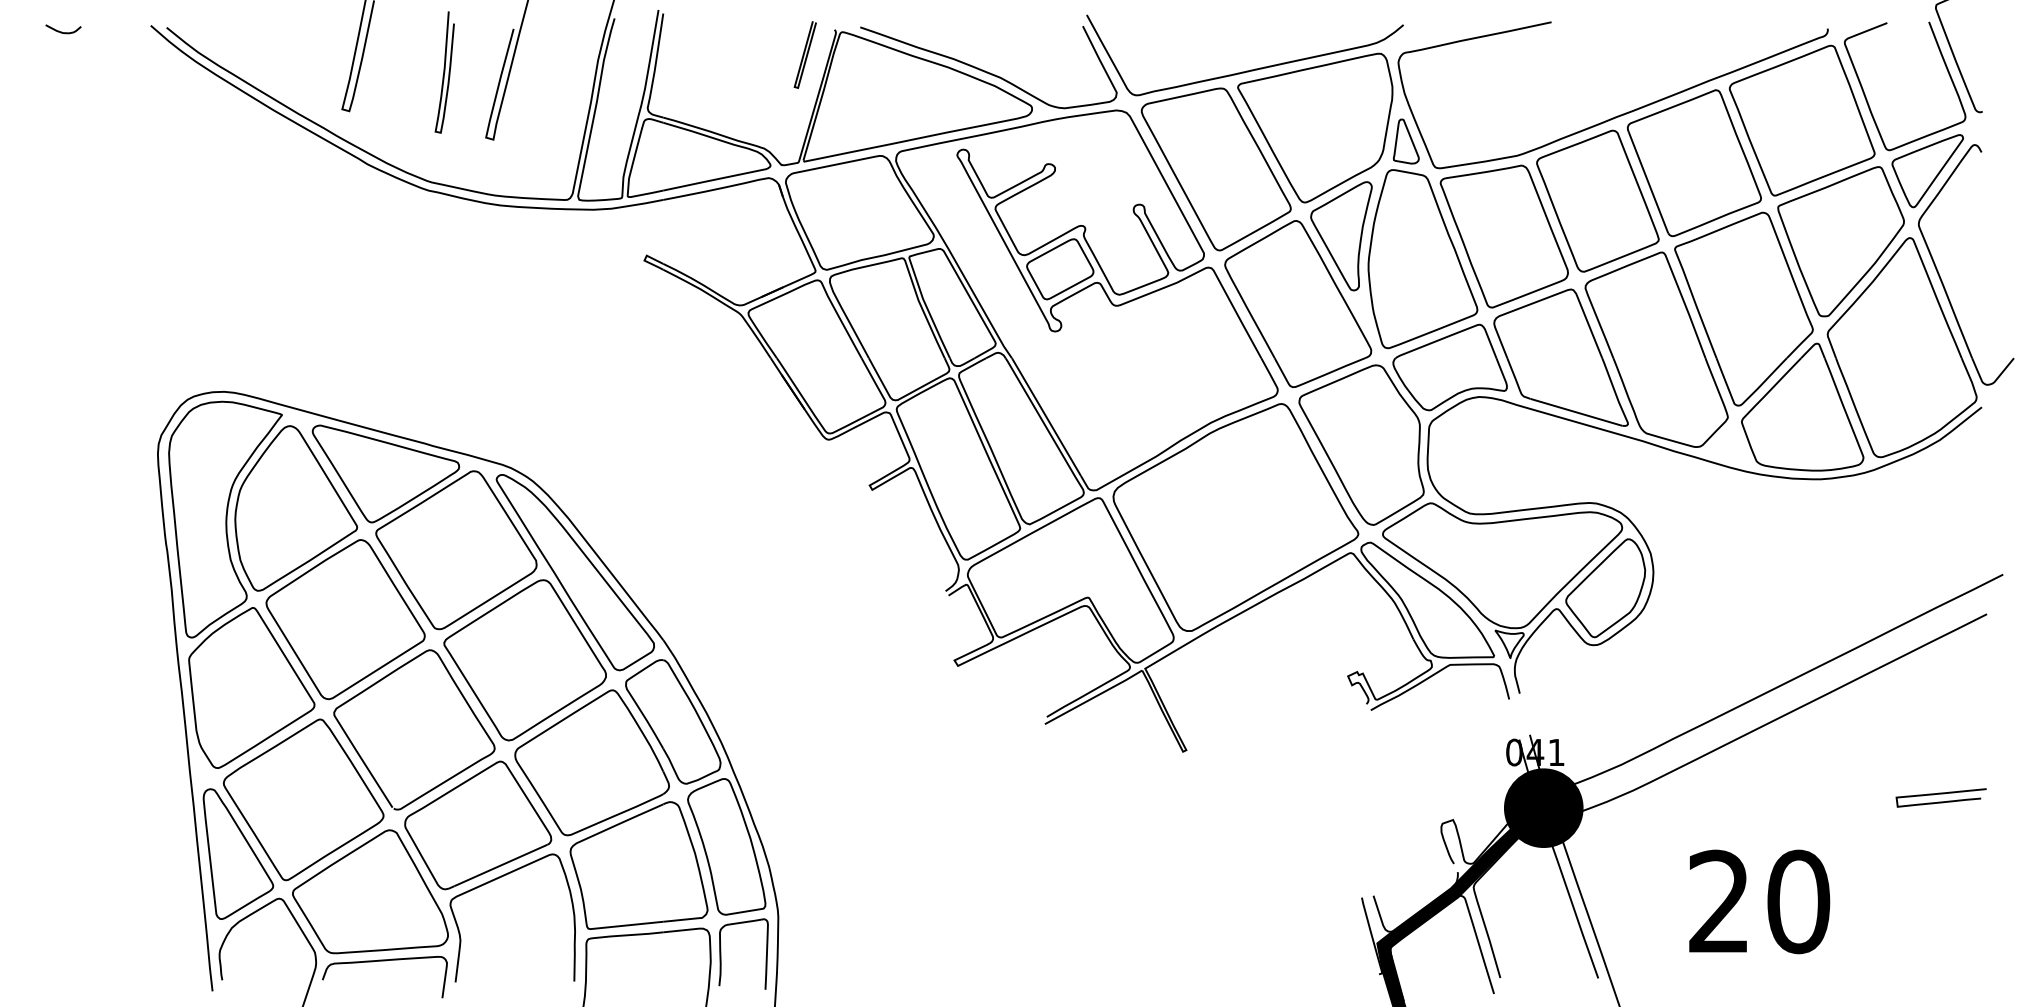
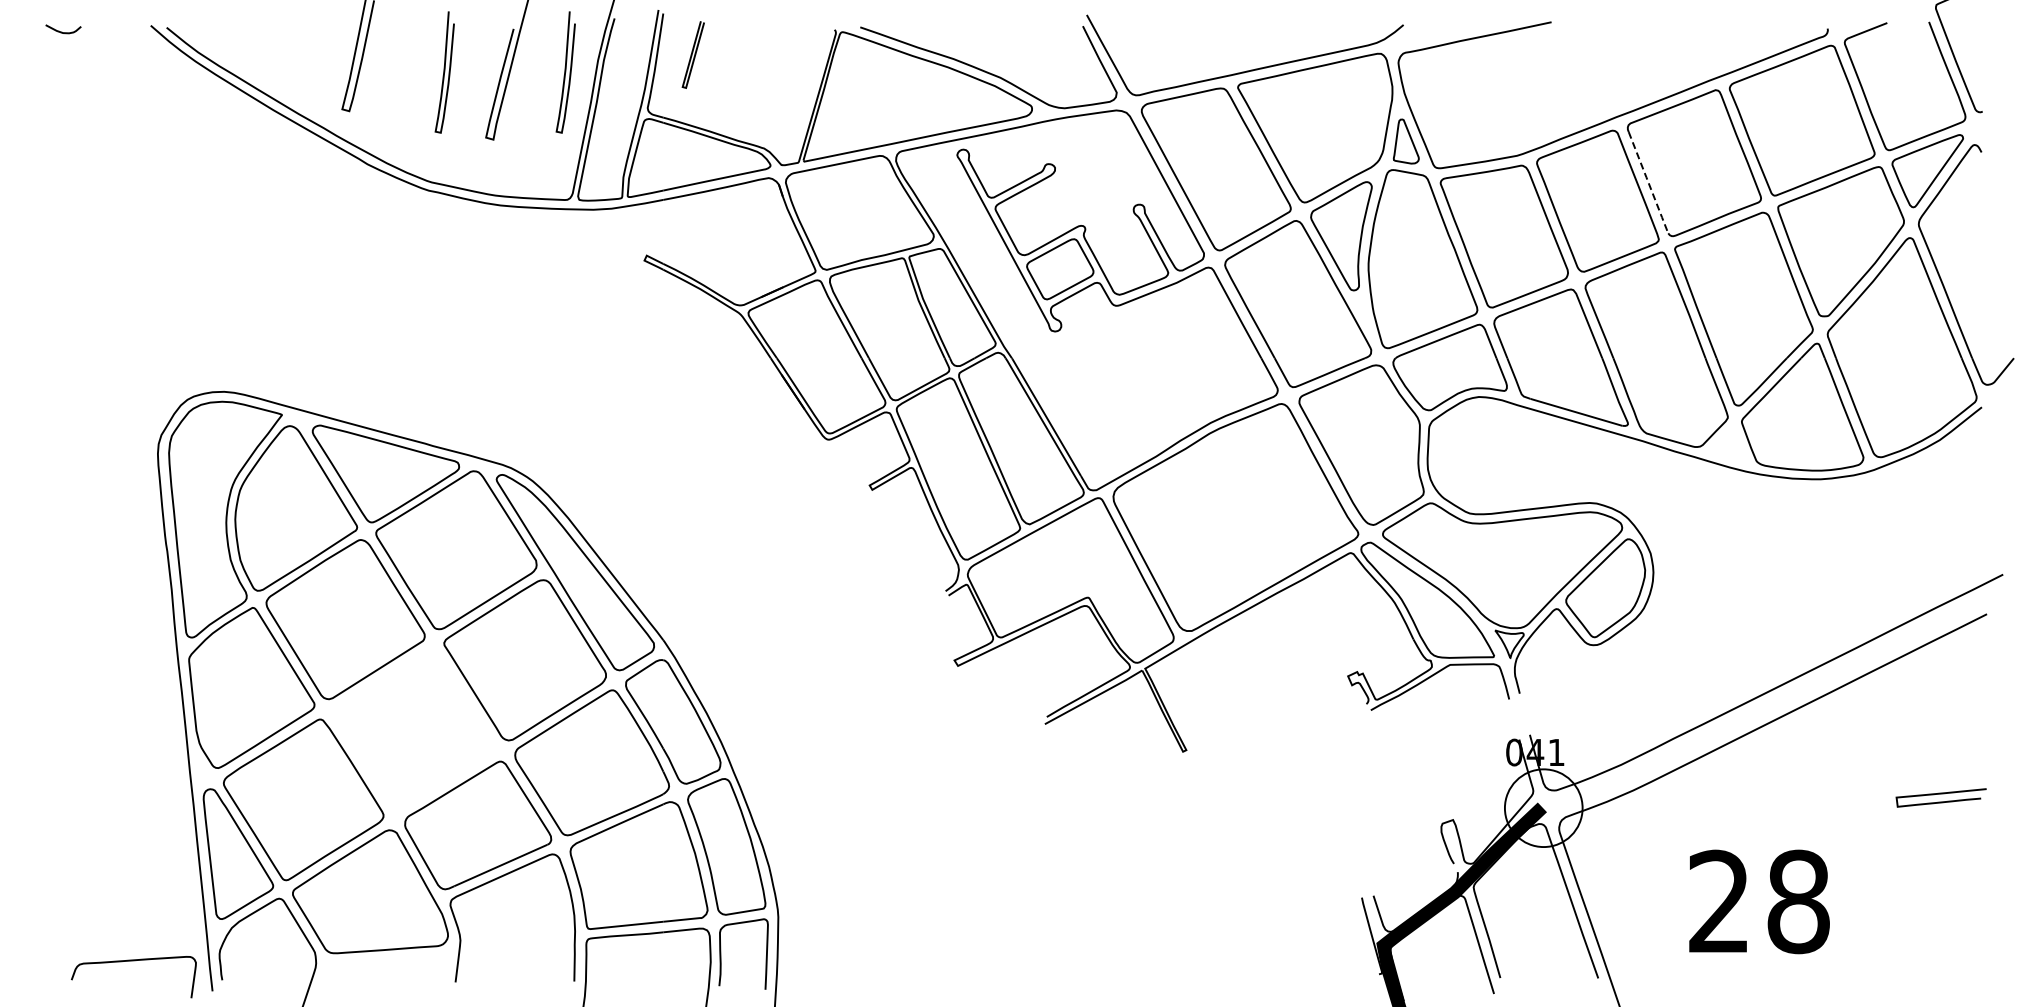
curve at (804, 54) position: (804, 54) -> (692, 54)
curve at (565, 72): none -> present
line at (1648, 183): solid -> dashed
curve at (462, 697): present -> none
fill at (1543, 808): present -> none
text at (1798, 901): 20 -> 28
curve at (384, 961) position: (384, 961) -> (133, 961)
